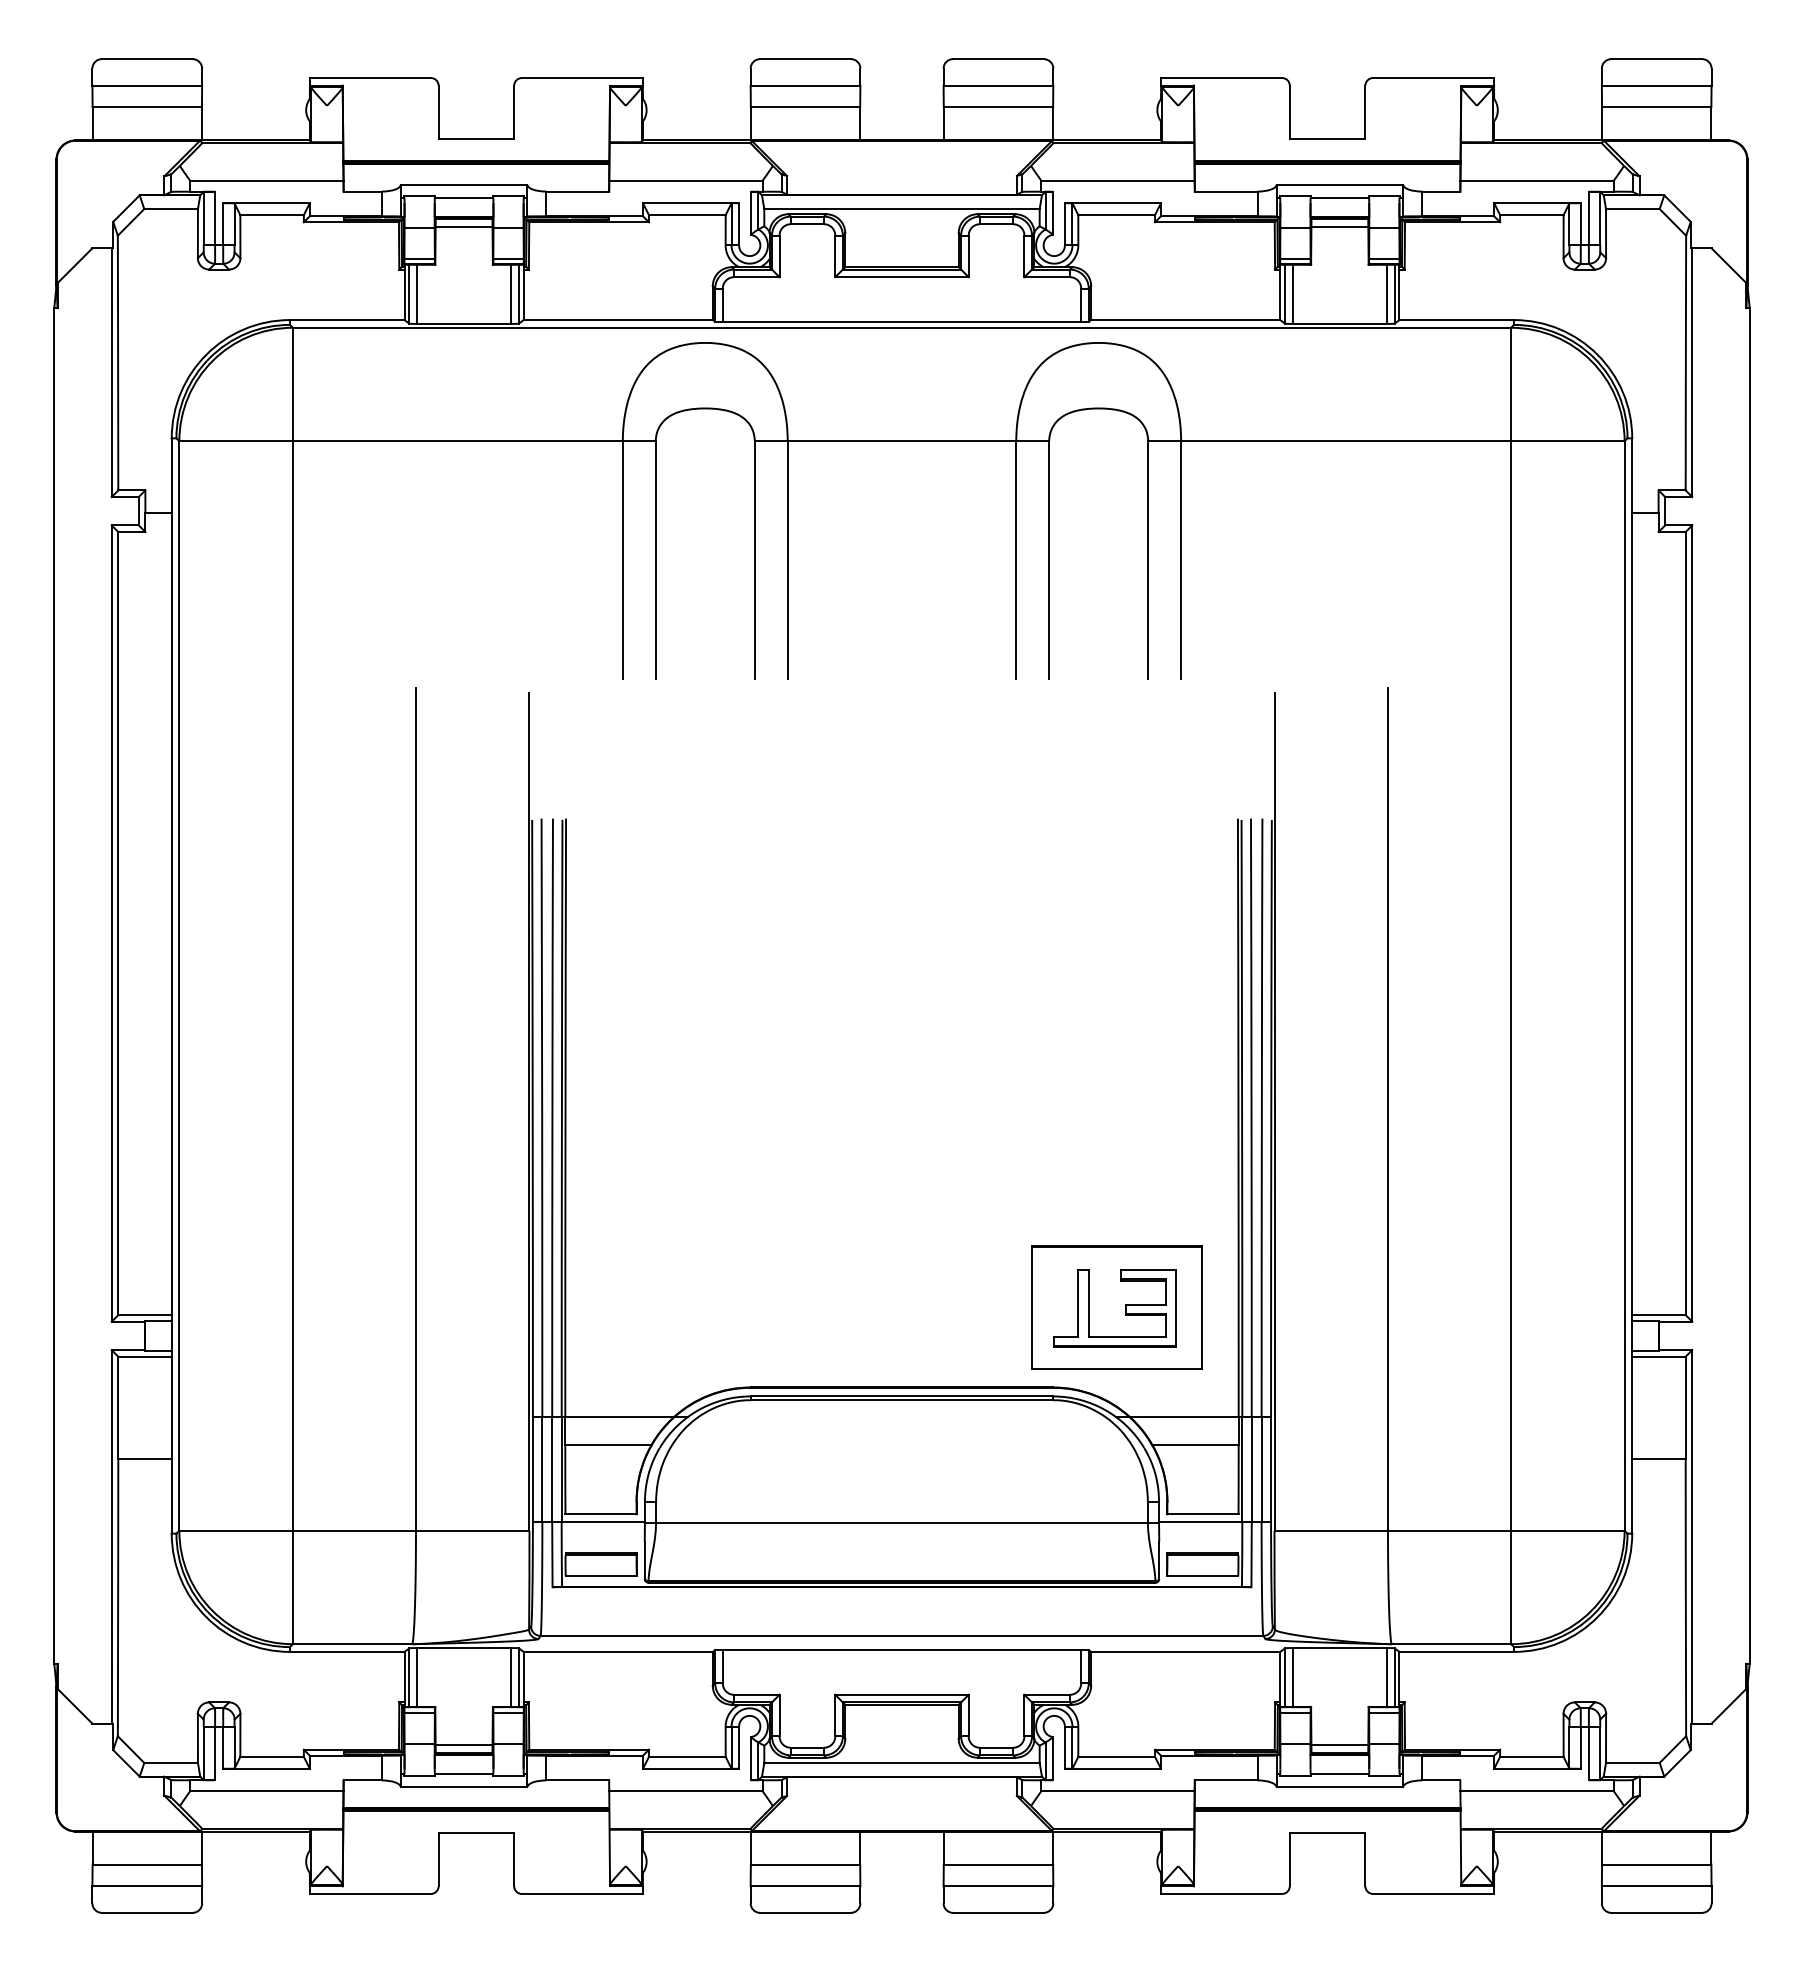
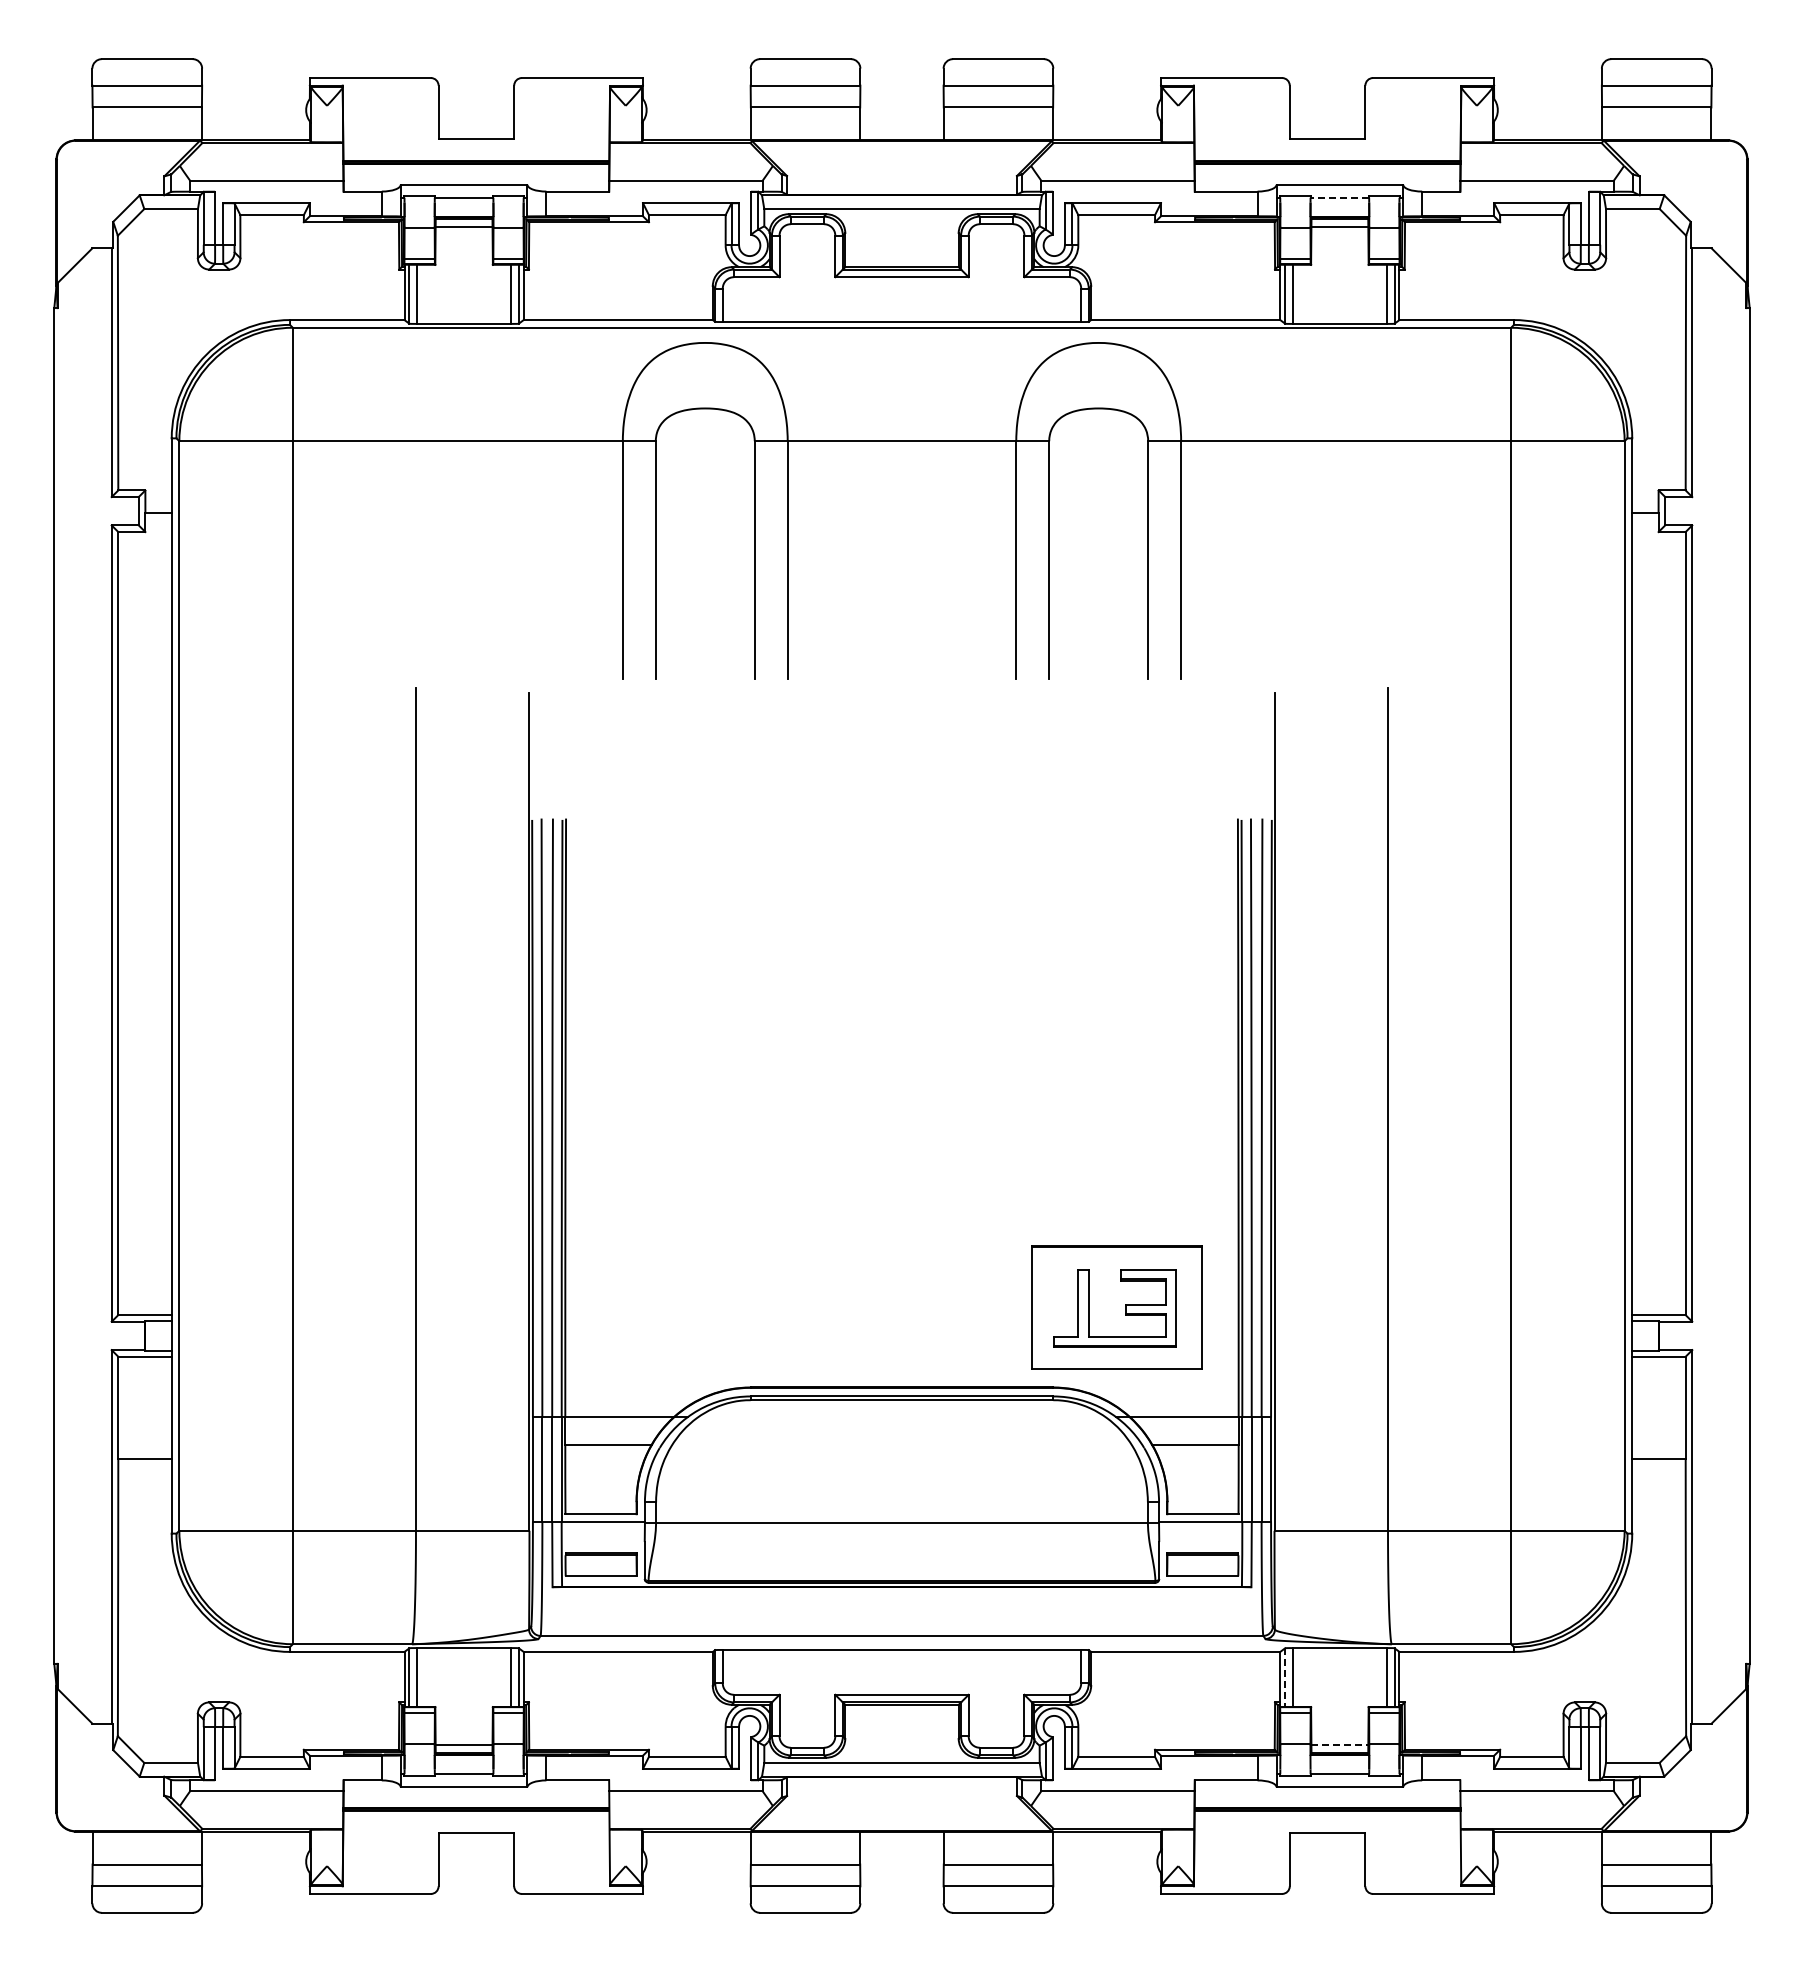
line at (1339, 197): solid -> dashed
line at (1285, 1678): solid -> dashed
line at (1340, 1745): solid -> dashed
